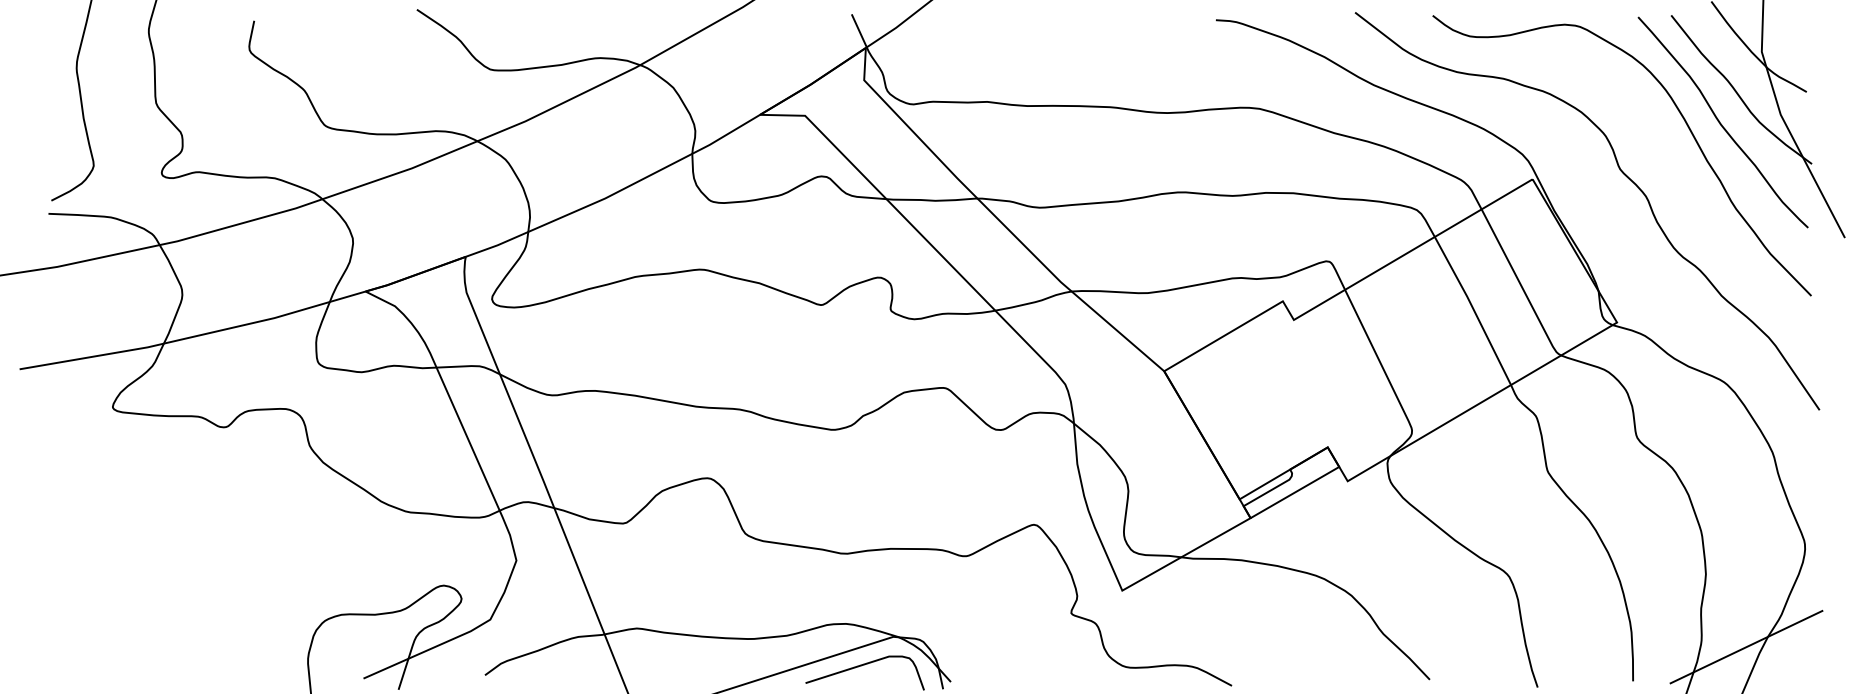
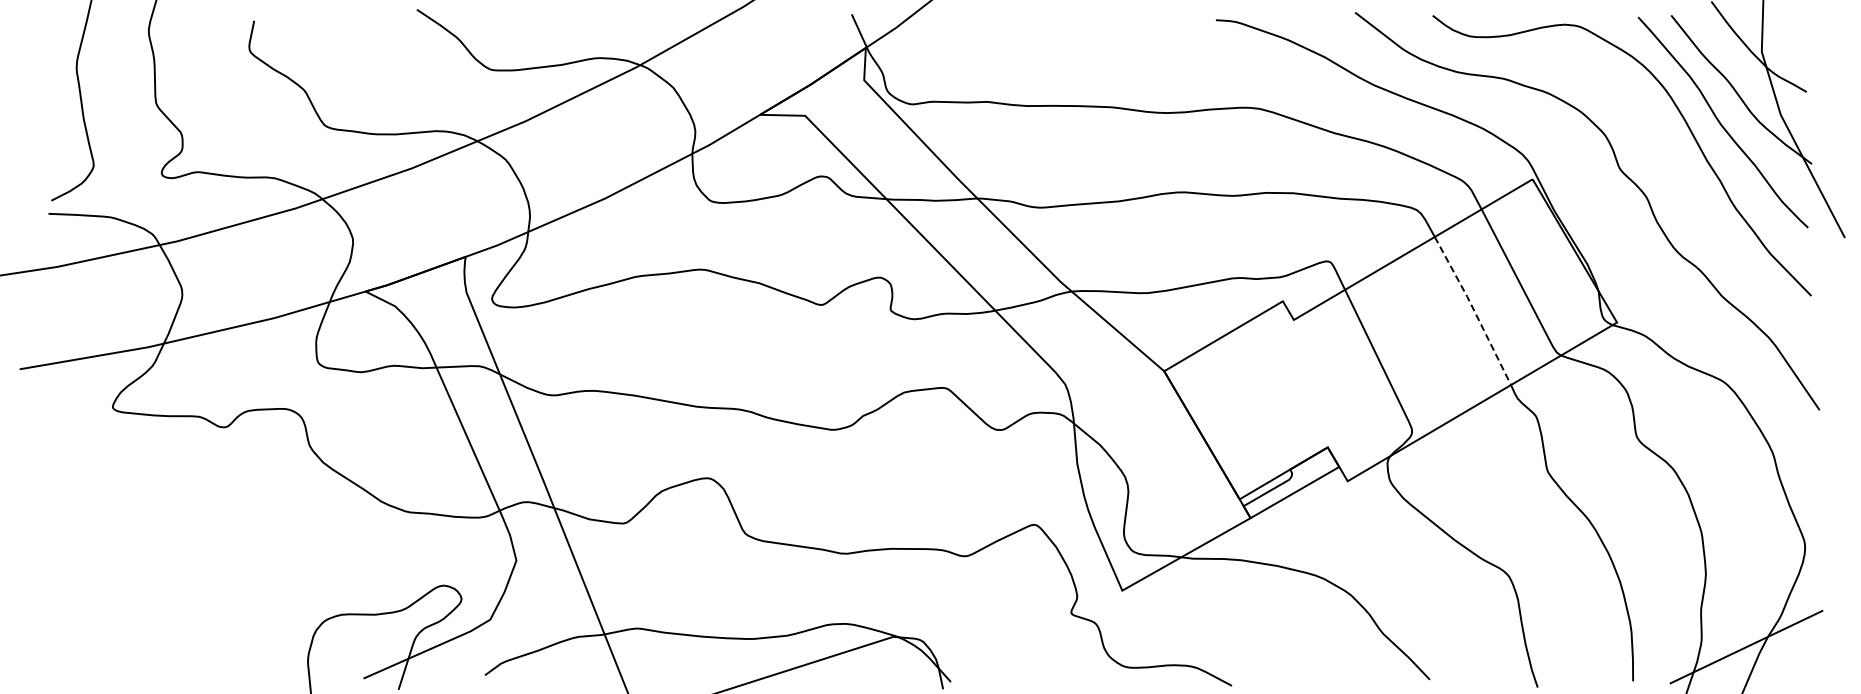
line at (1473, 310): solid -> dashed
curve at (861, 666): present -> none
